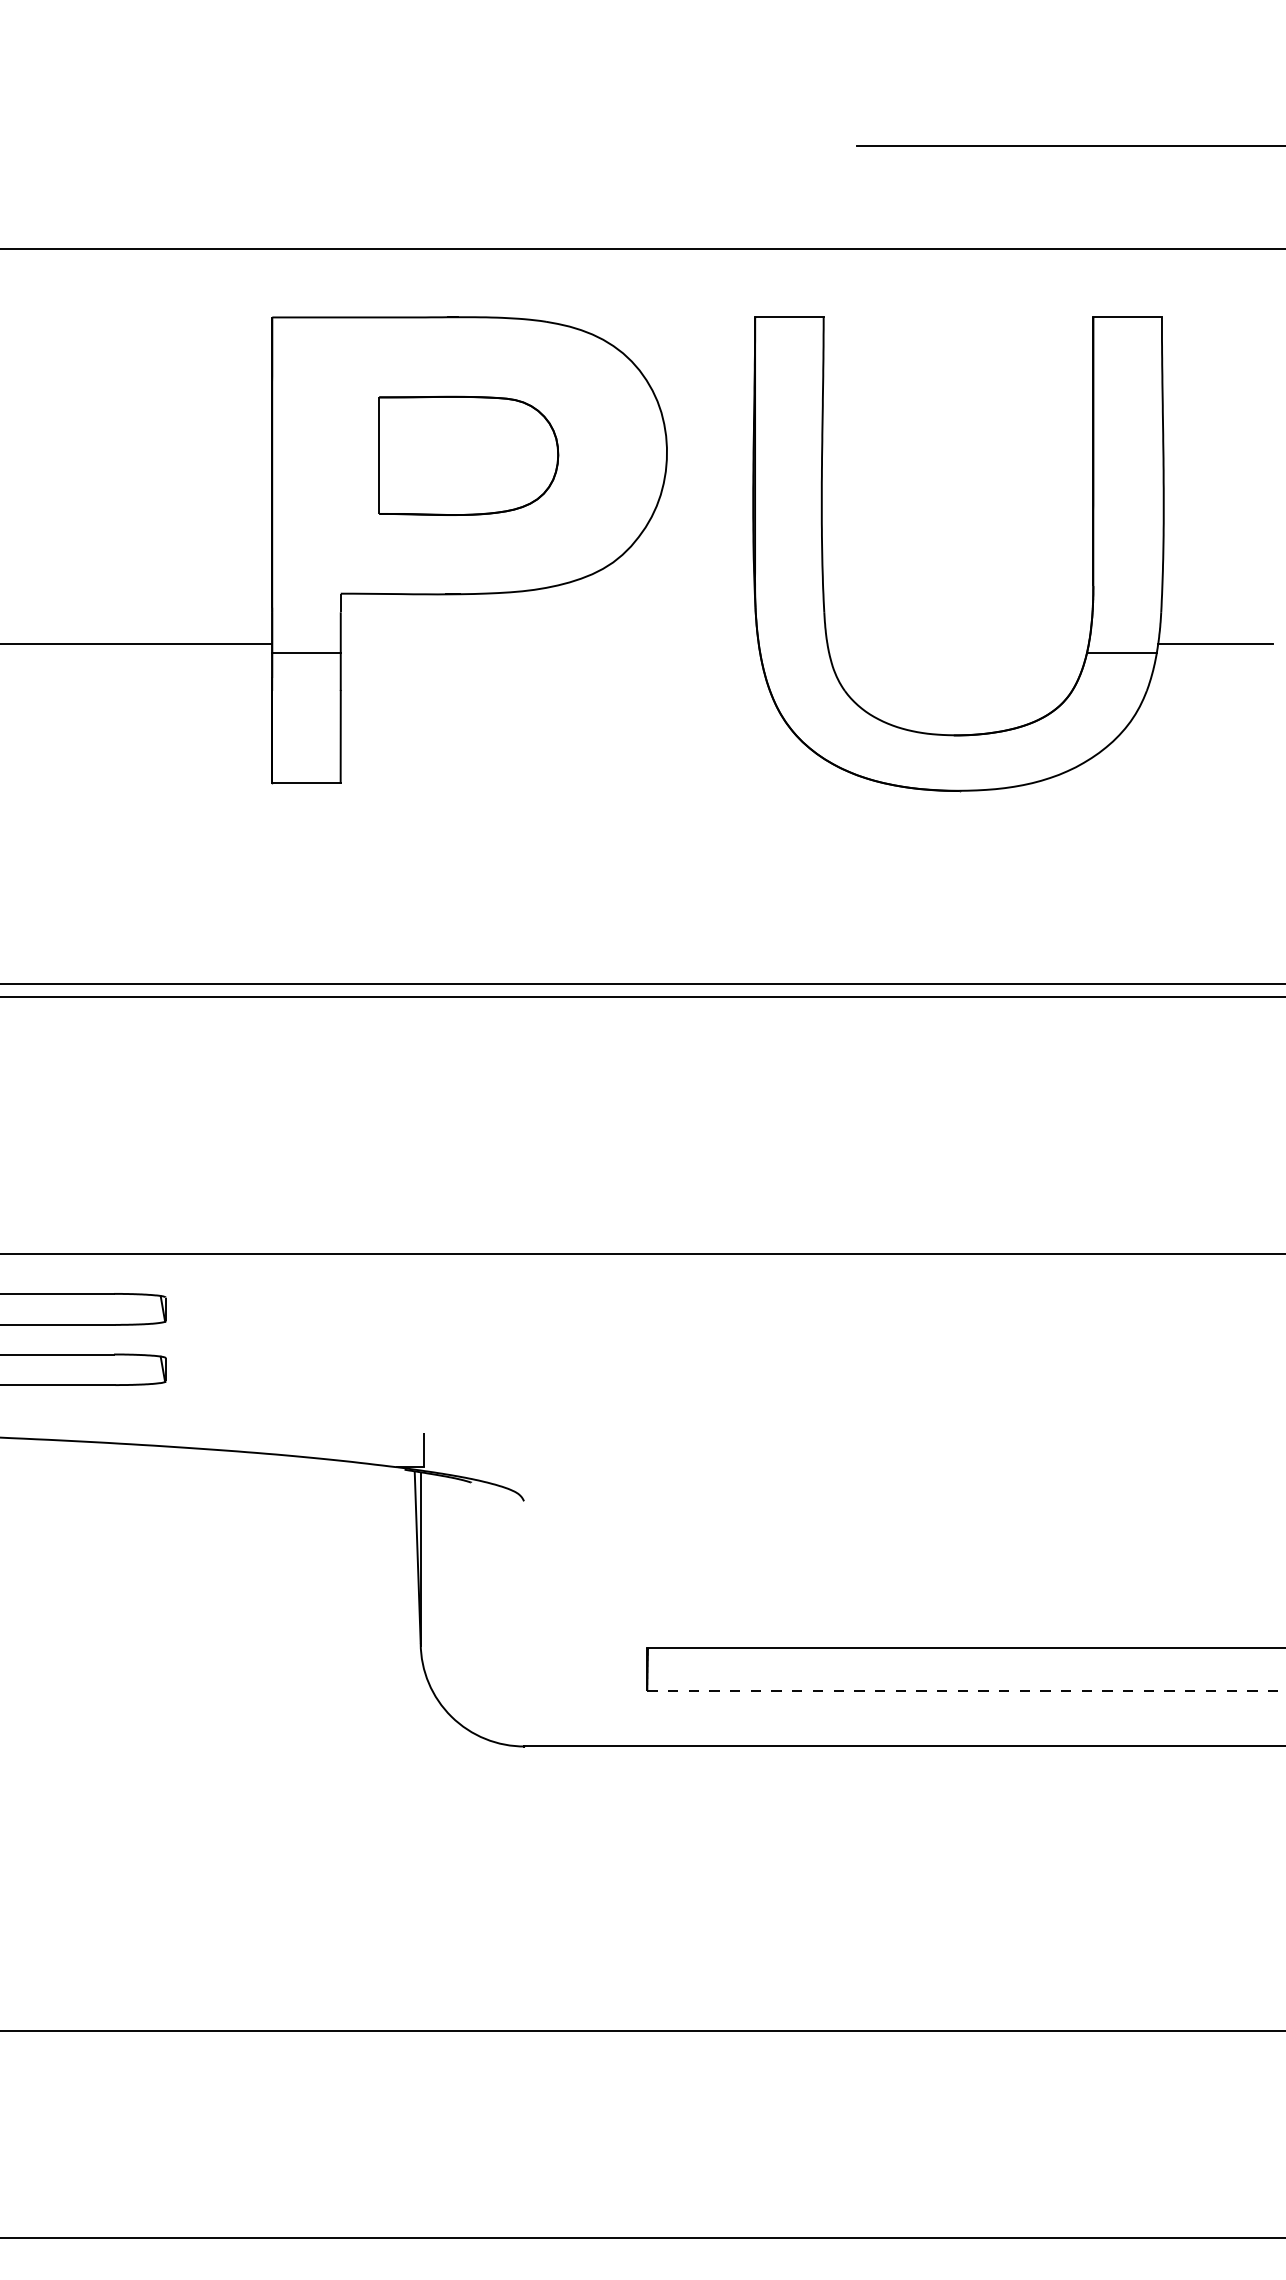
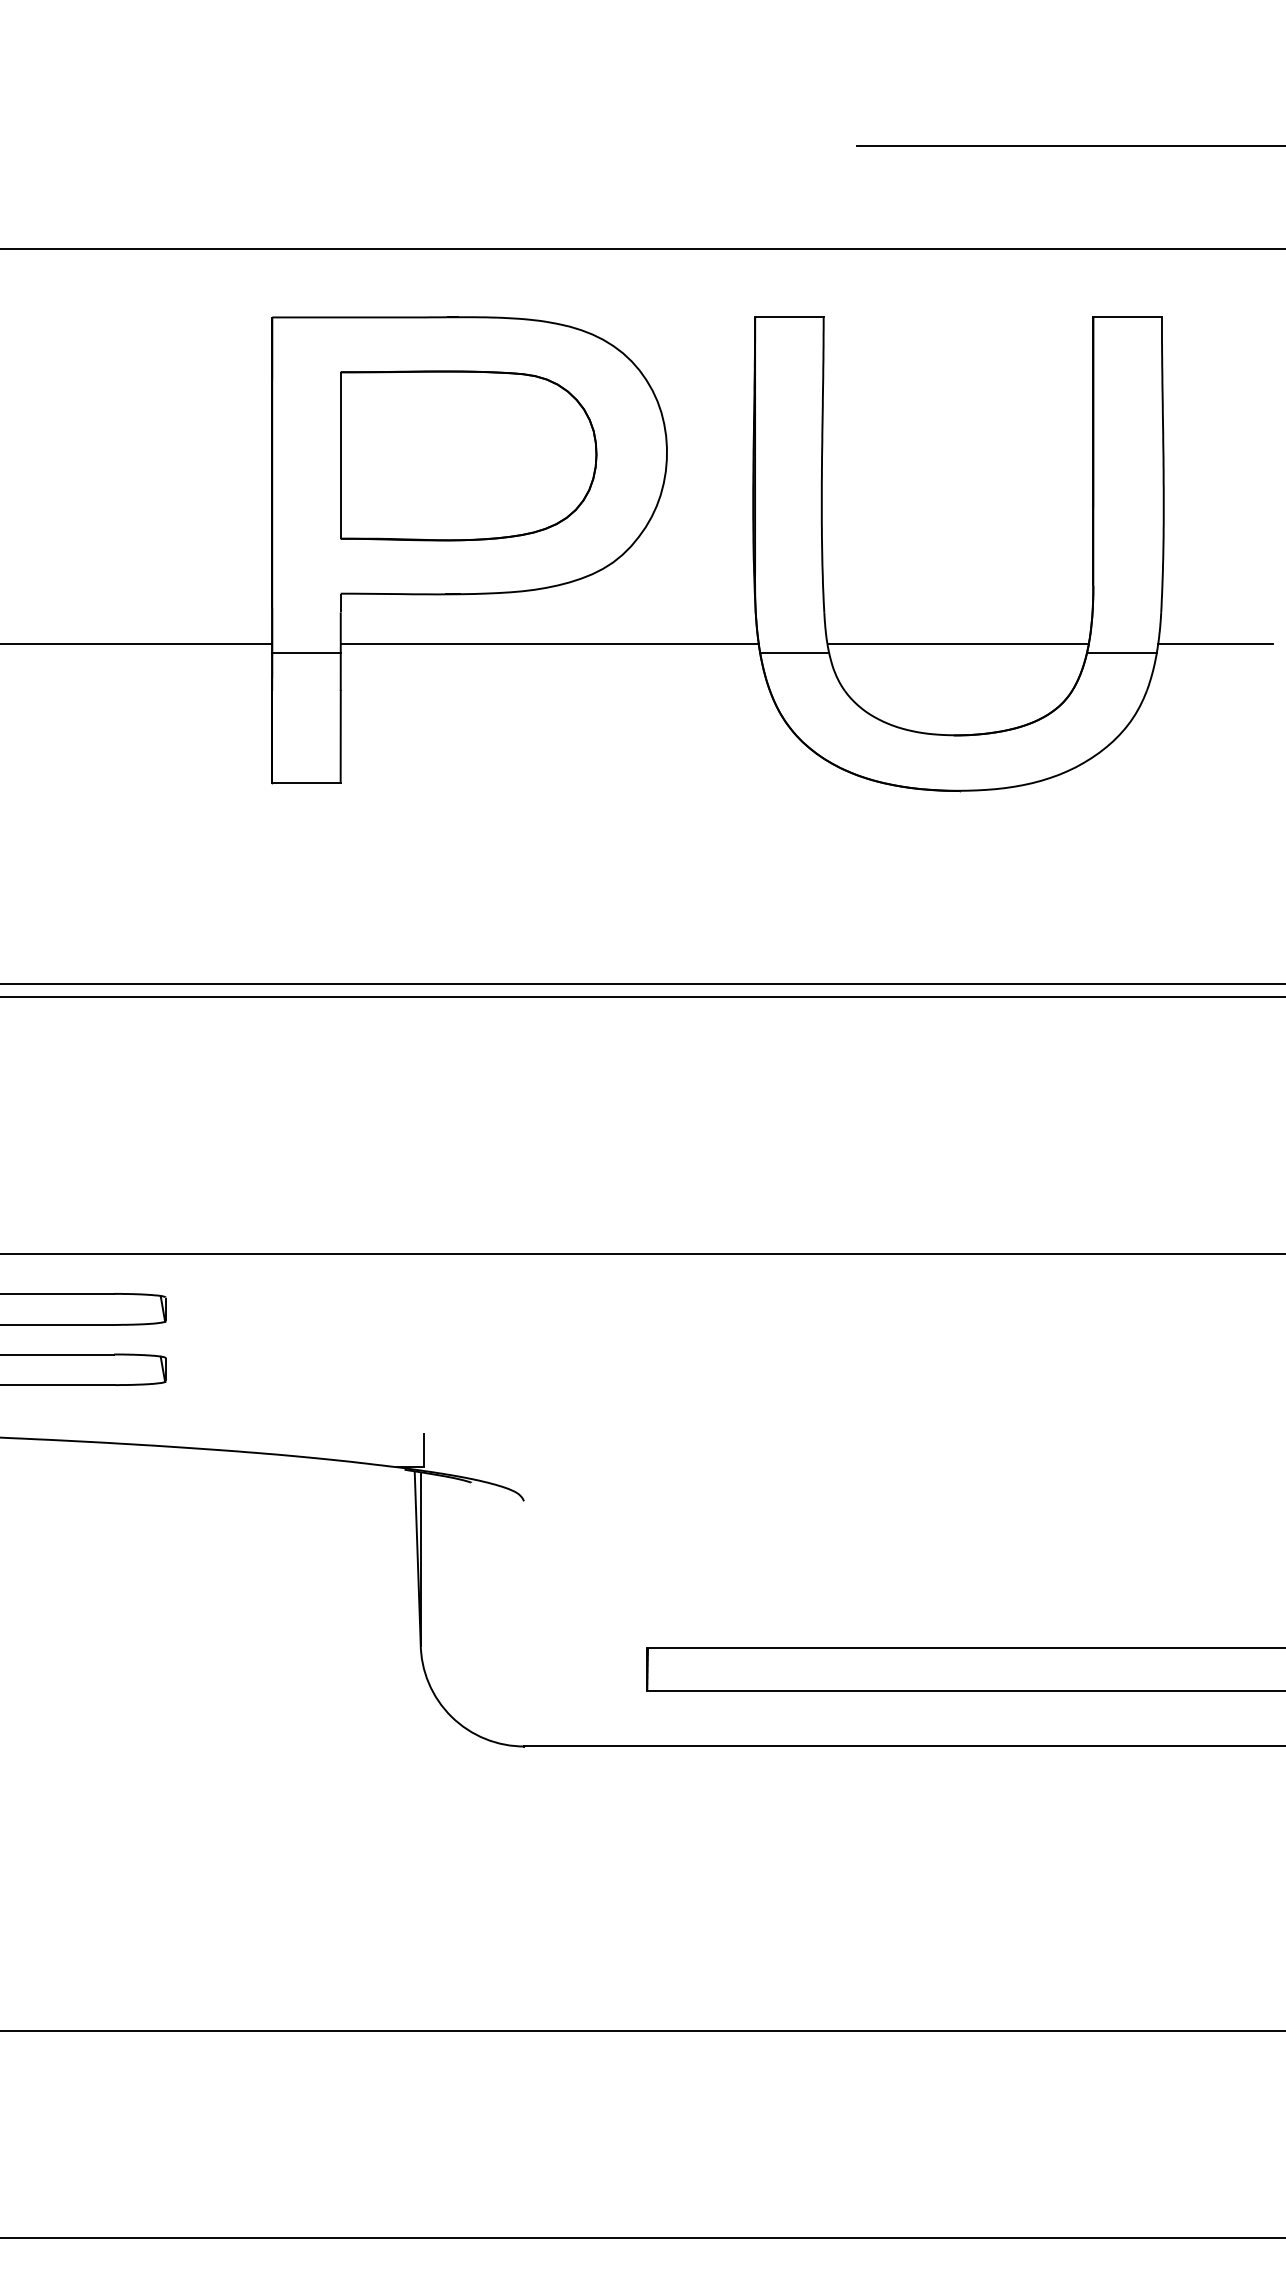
part at (468, 455) size: 182x121 px -> 258x172 px
line at (549, 644): none -> present
line at (957, 644): none -> present
line at (794, 652): none -> present
line at (967, 1690): dashed -> solid
